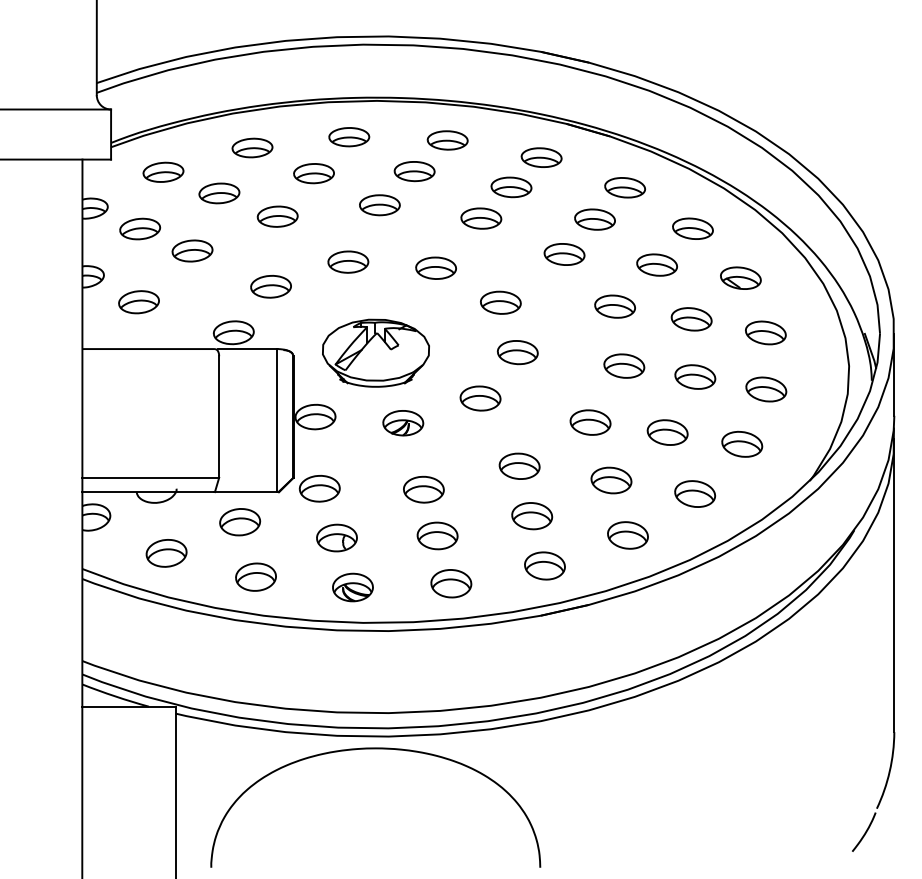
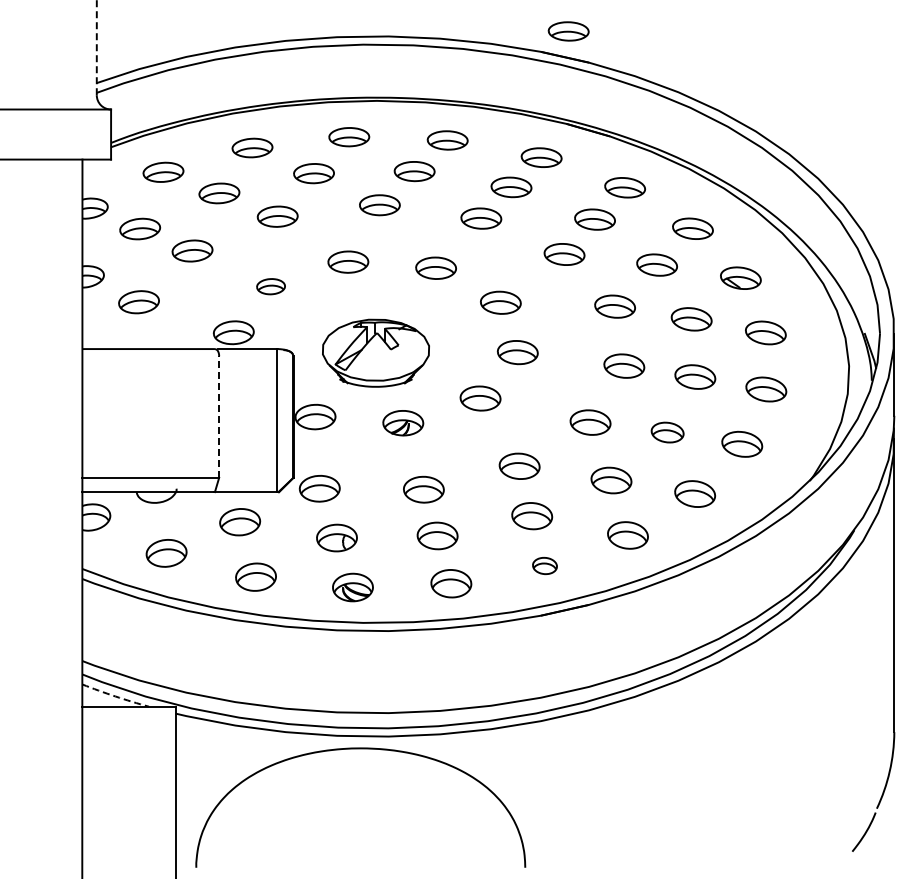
part at (568, 31): none -> present
line at (96, 47): solid -> dashed
part at (270, 286) size: 42x25 px -> 30x18 px
line at (219, 417): solid -> dashed
part at (667, 432) size: 43x27 px -> 35x23 px
part at (544, 565) size: 42x30 px -> 26x19 px
arc at (115, 696): solid -> dashed
curve at (375, 749) position: (375, 749) -> (360, 749)
